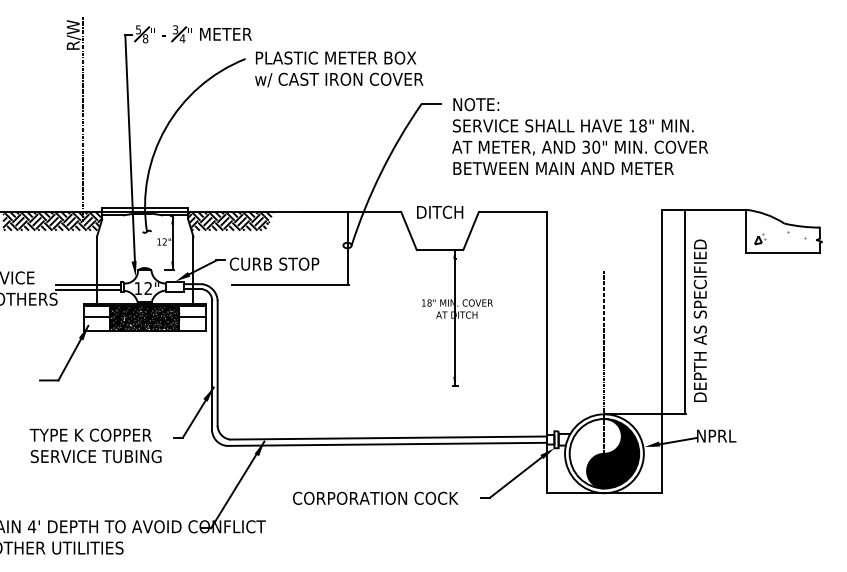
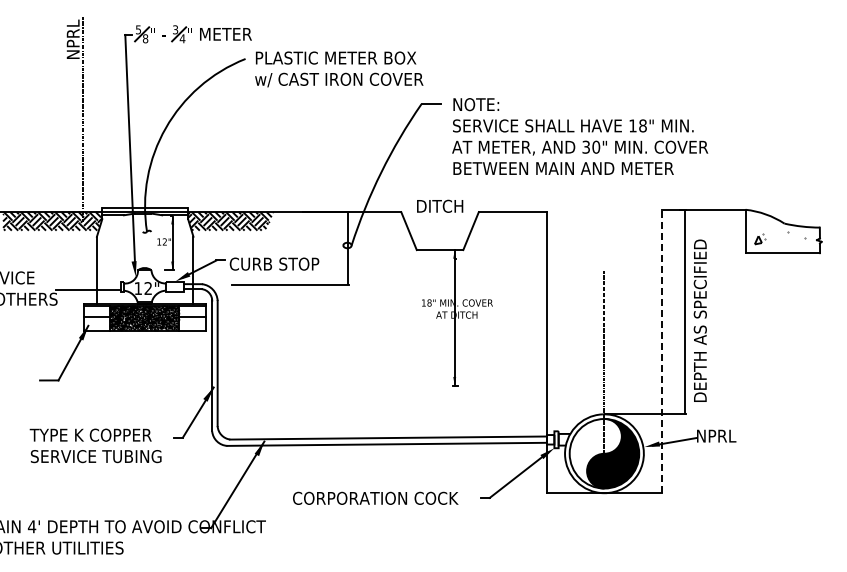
text at (73, 38): R/W -> NPRL
text at (440, 211) position: (440, 211) -> (440, 205)
line at (88, 284): present -> none
line at (661, 351): solid -> dashed
